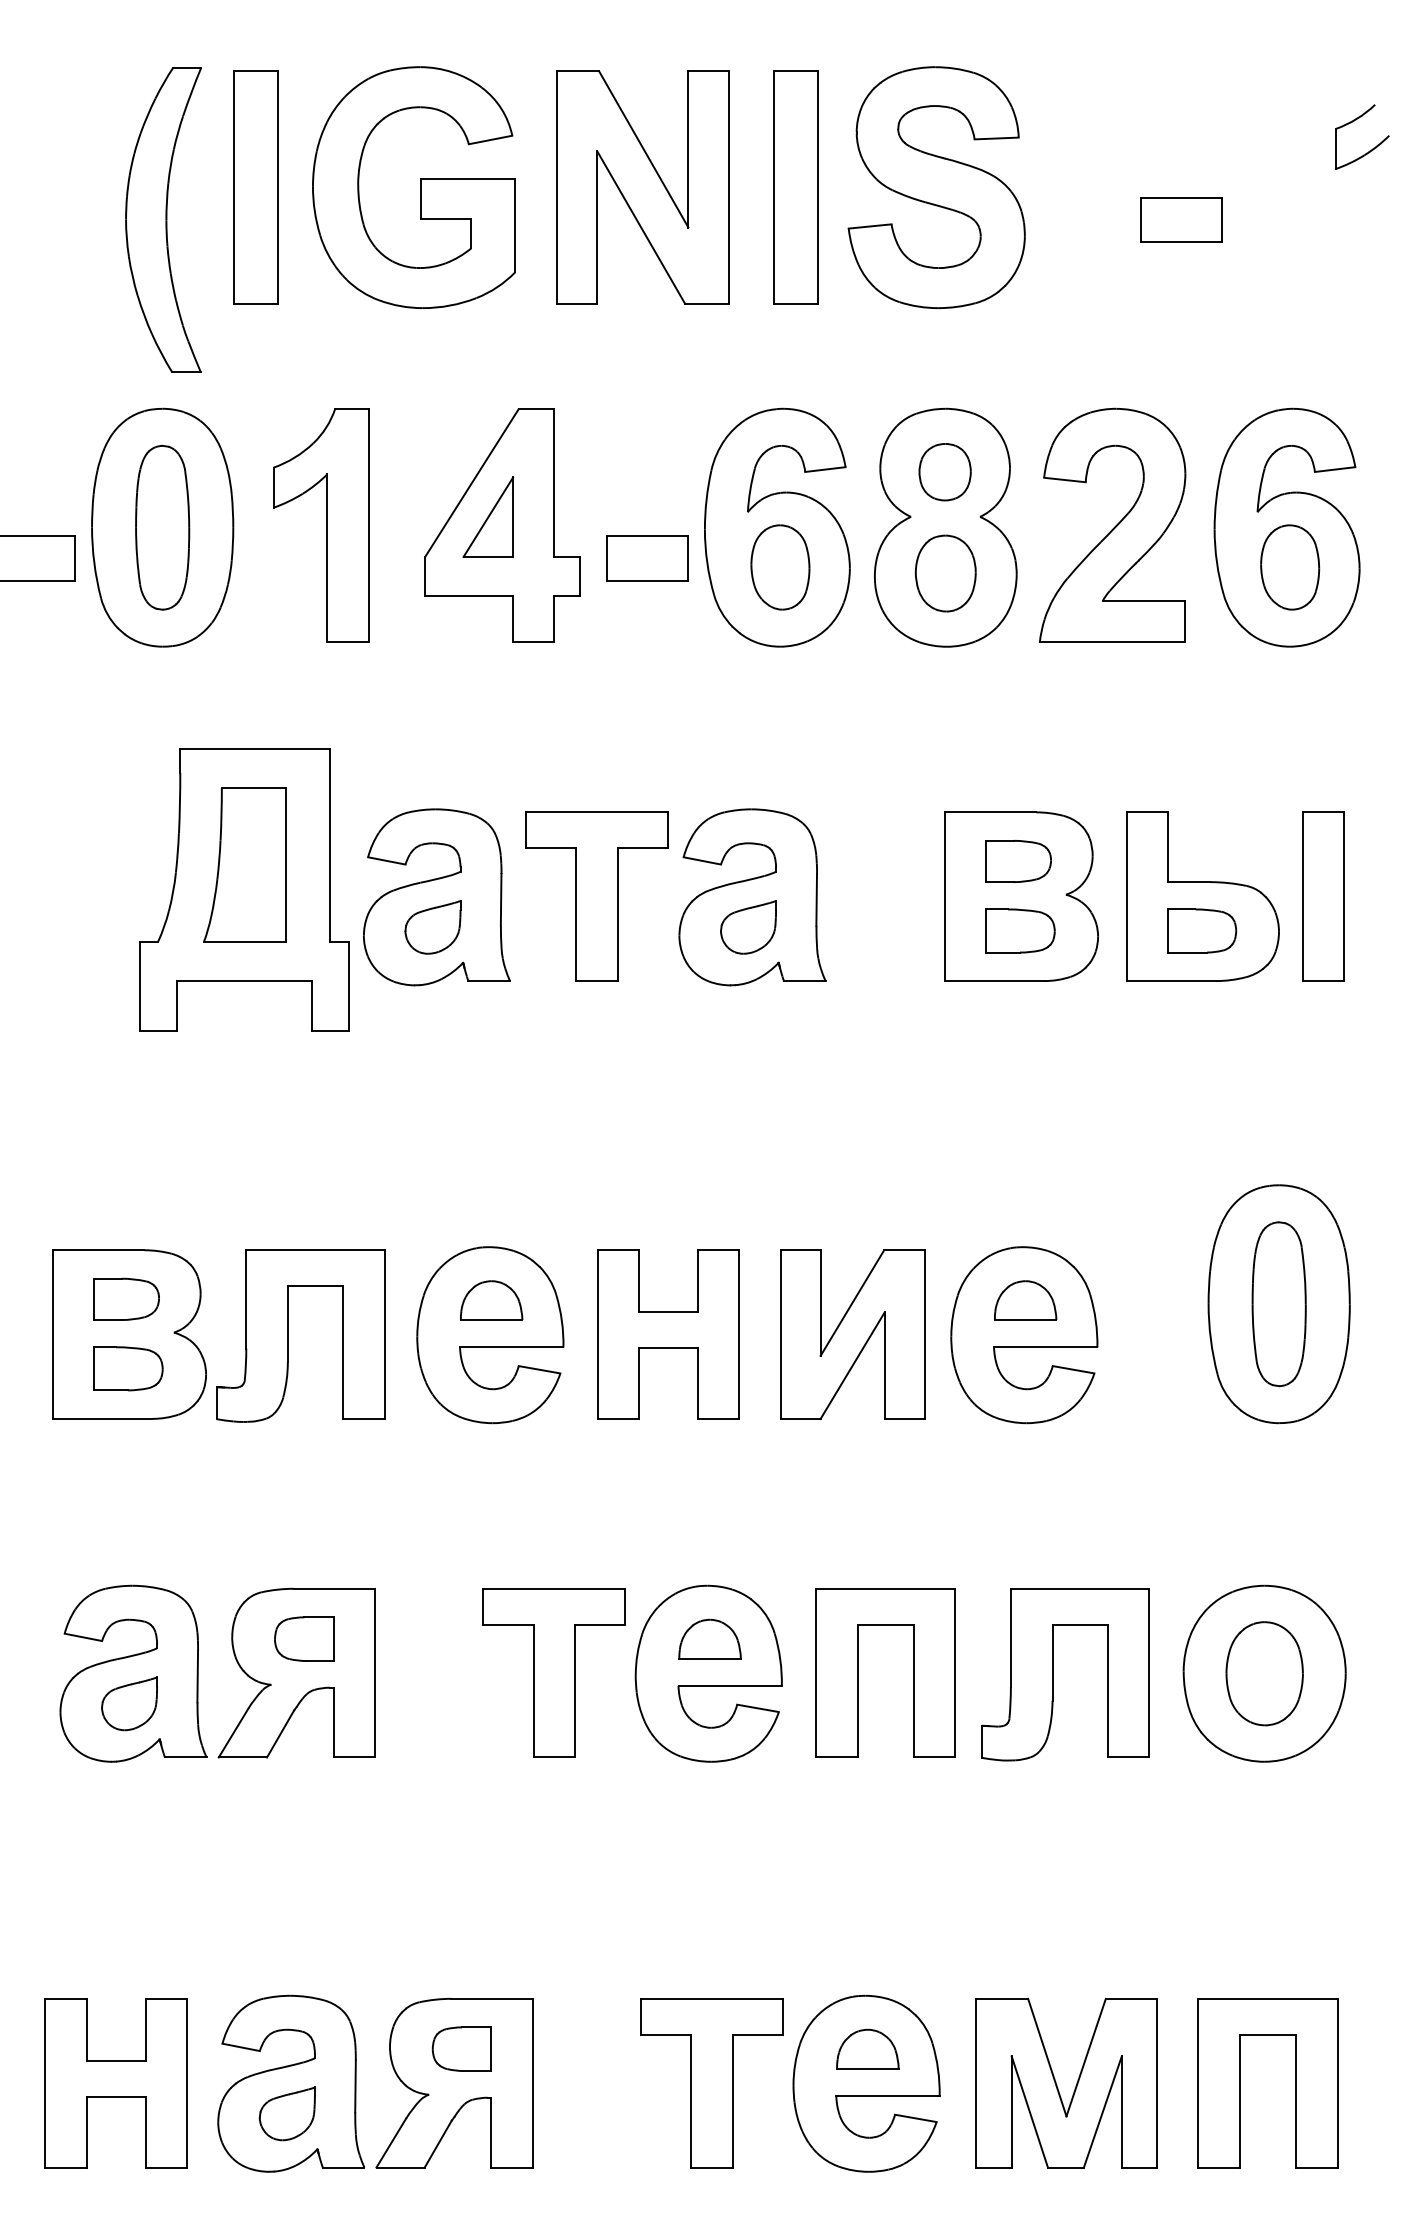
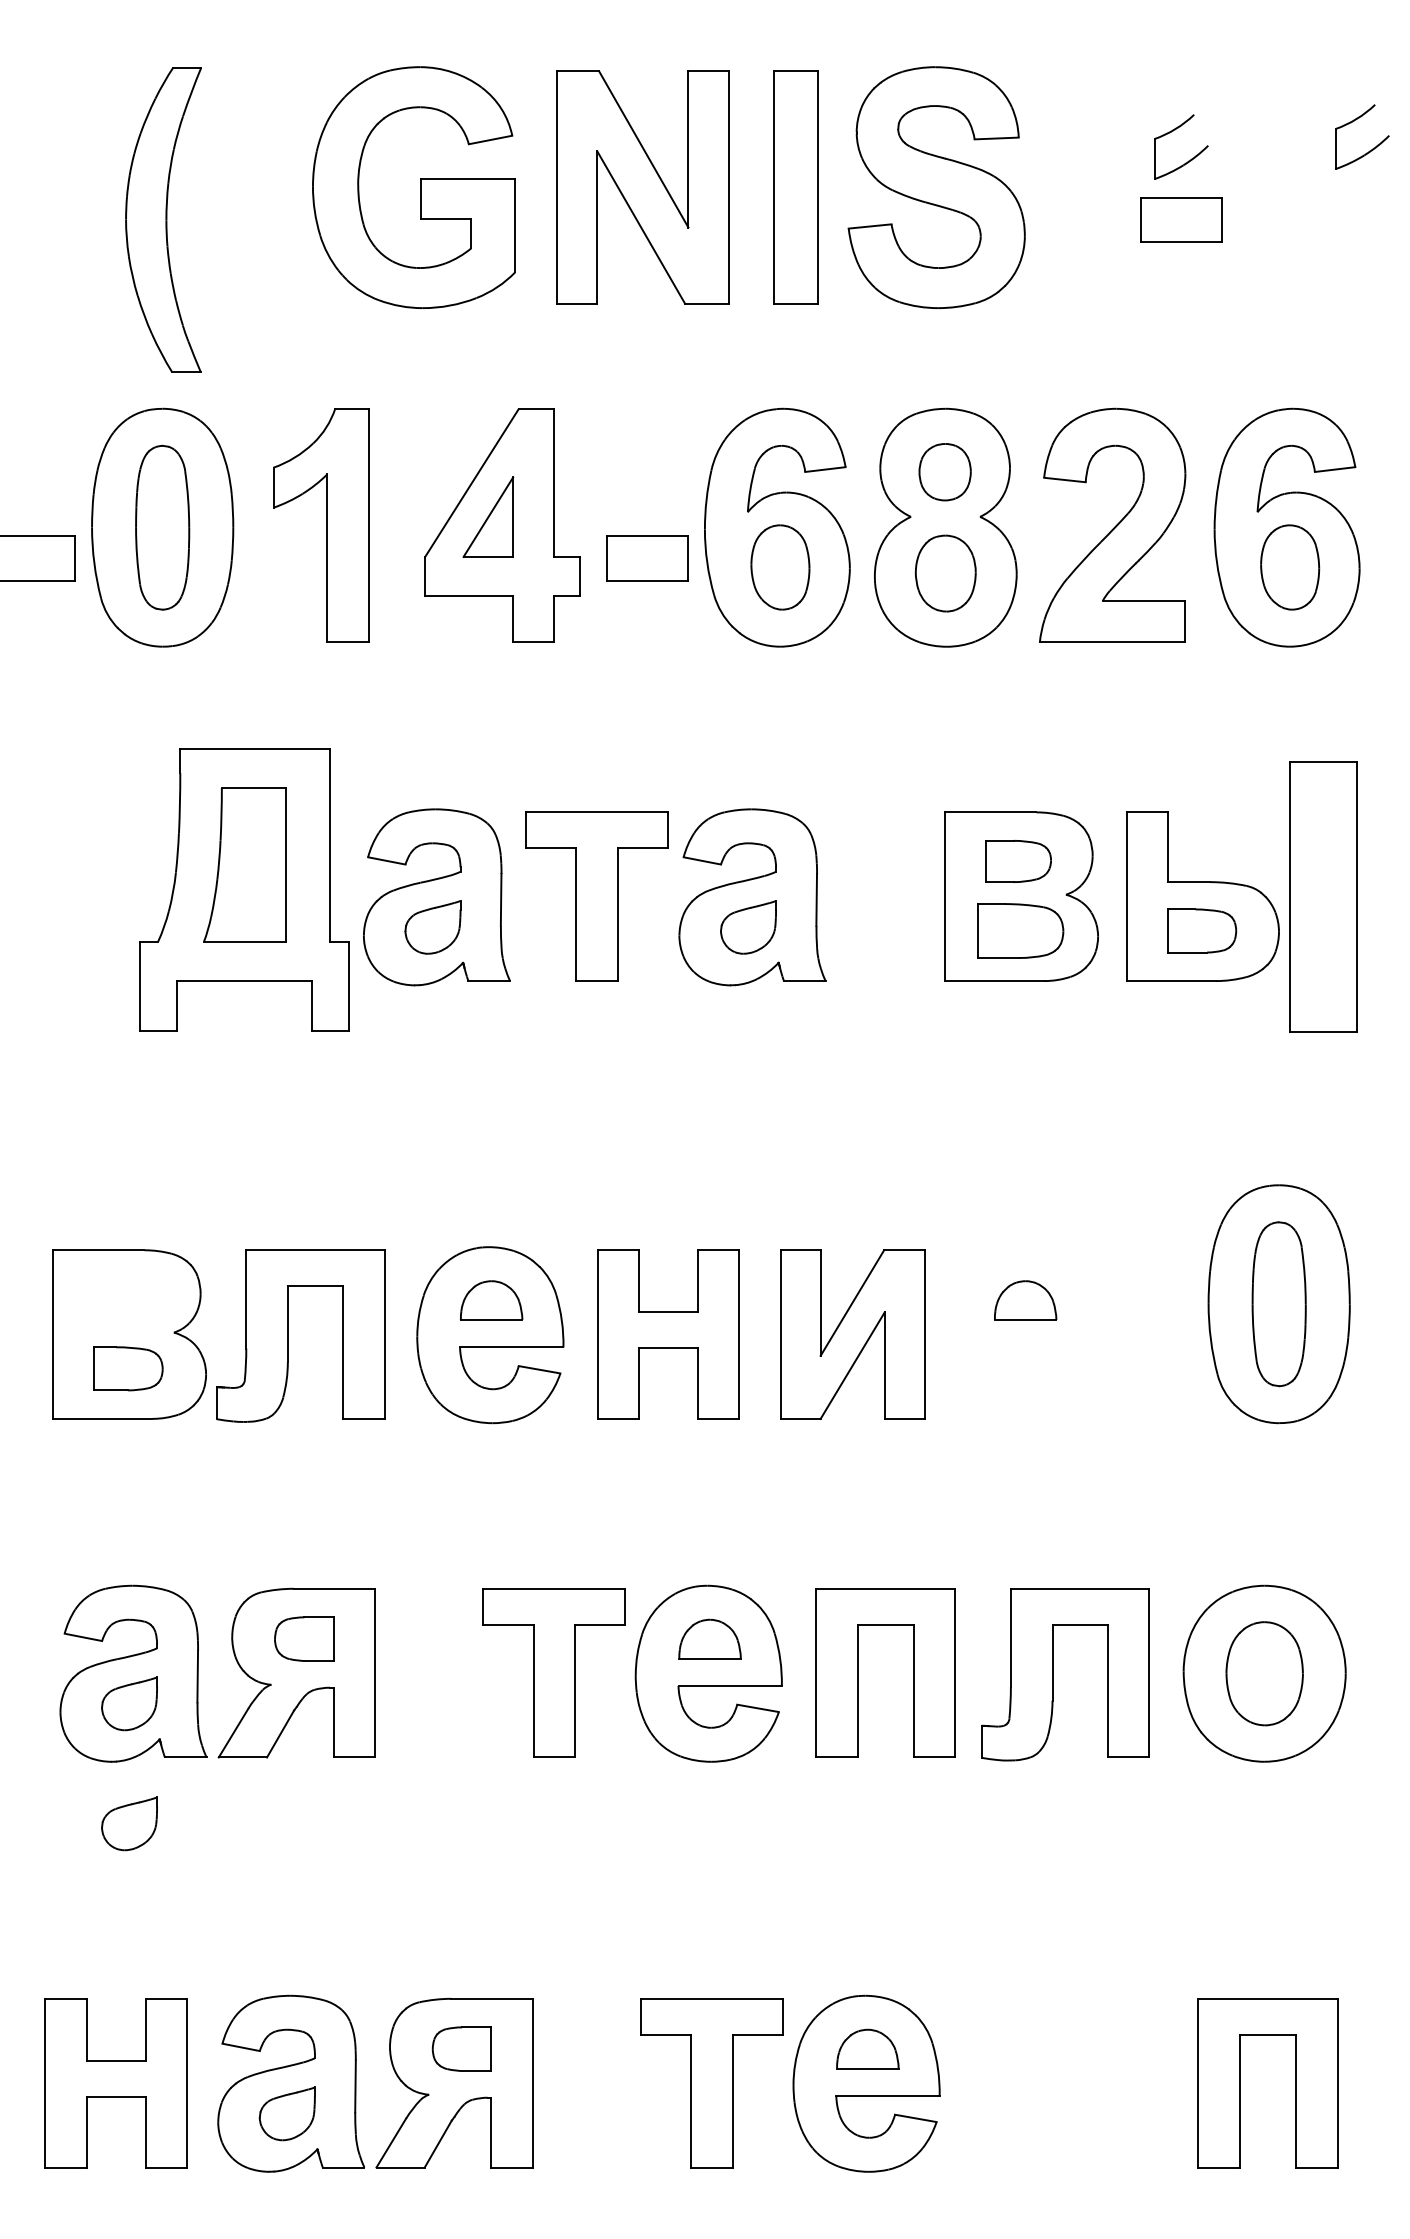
part at (1191, 158): none -> present
part at (255, 187): present -> none
part at (1323, 896) size: 43x171 px -> 69x272 px
part at (1020, 930) size: 71x46 px -> 88x56 px
part at (126, 1298): present -> none
part at (1024, 1335): present -> none
part at (129, 1823): none -> present
part at (1057, 2085): present -> none
